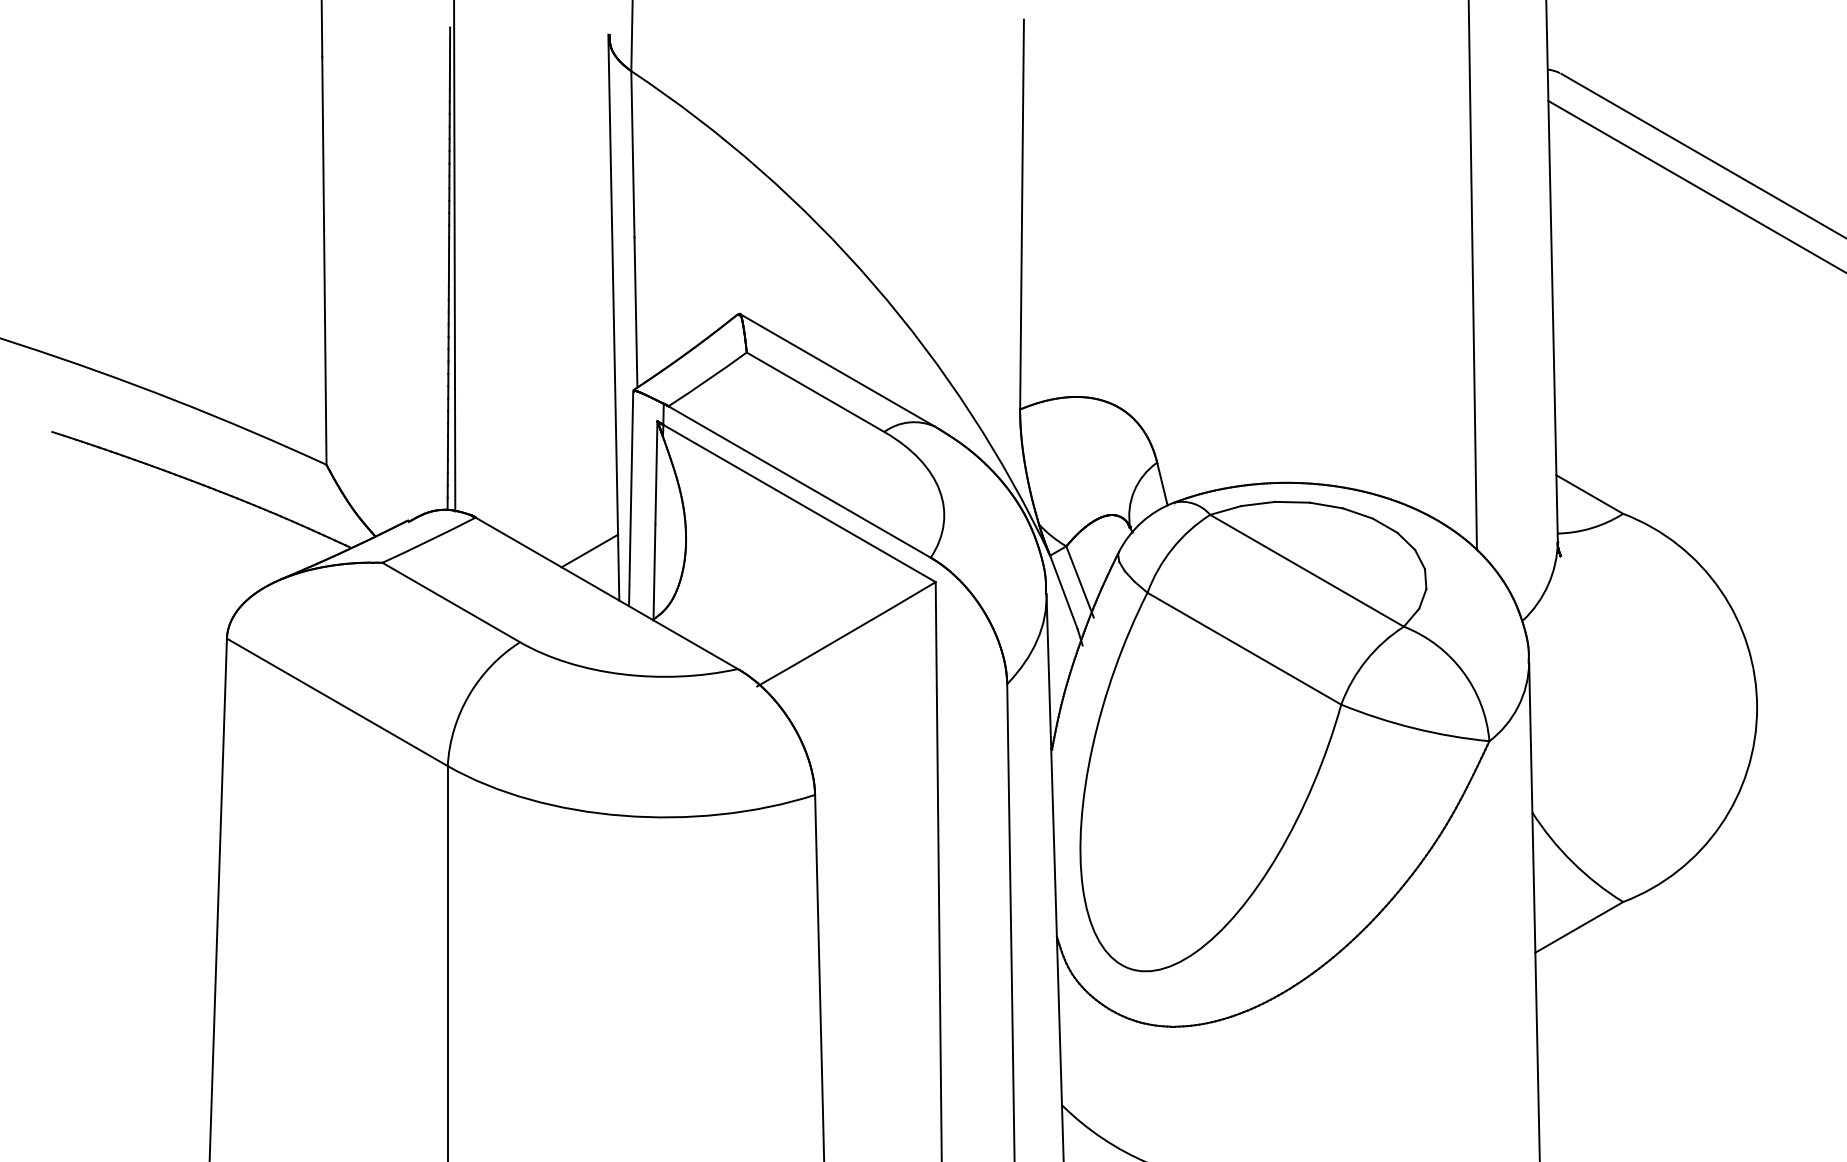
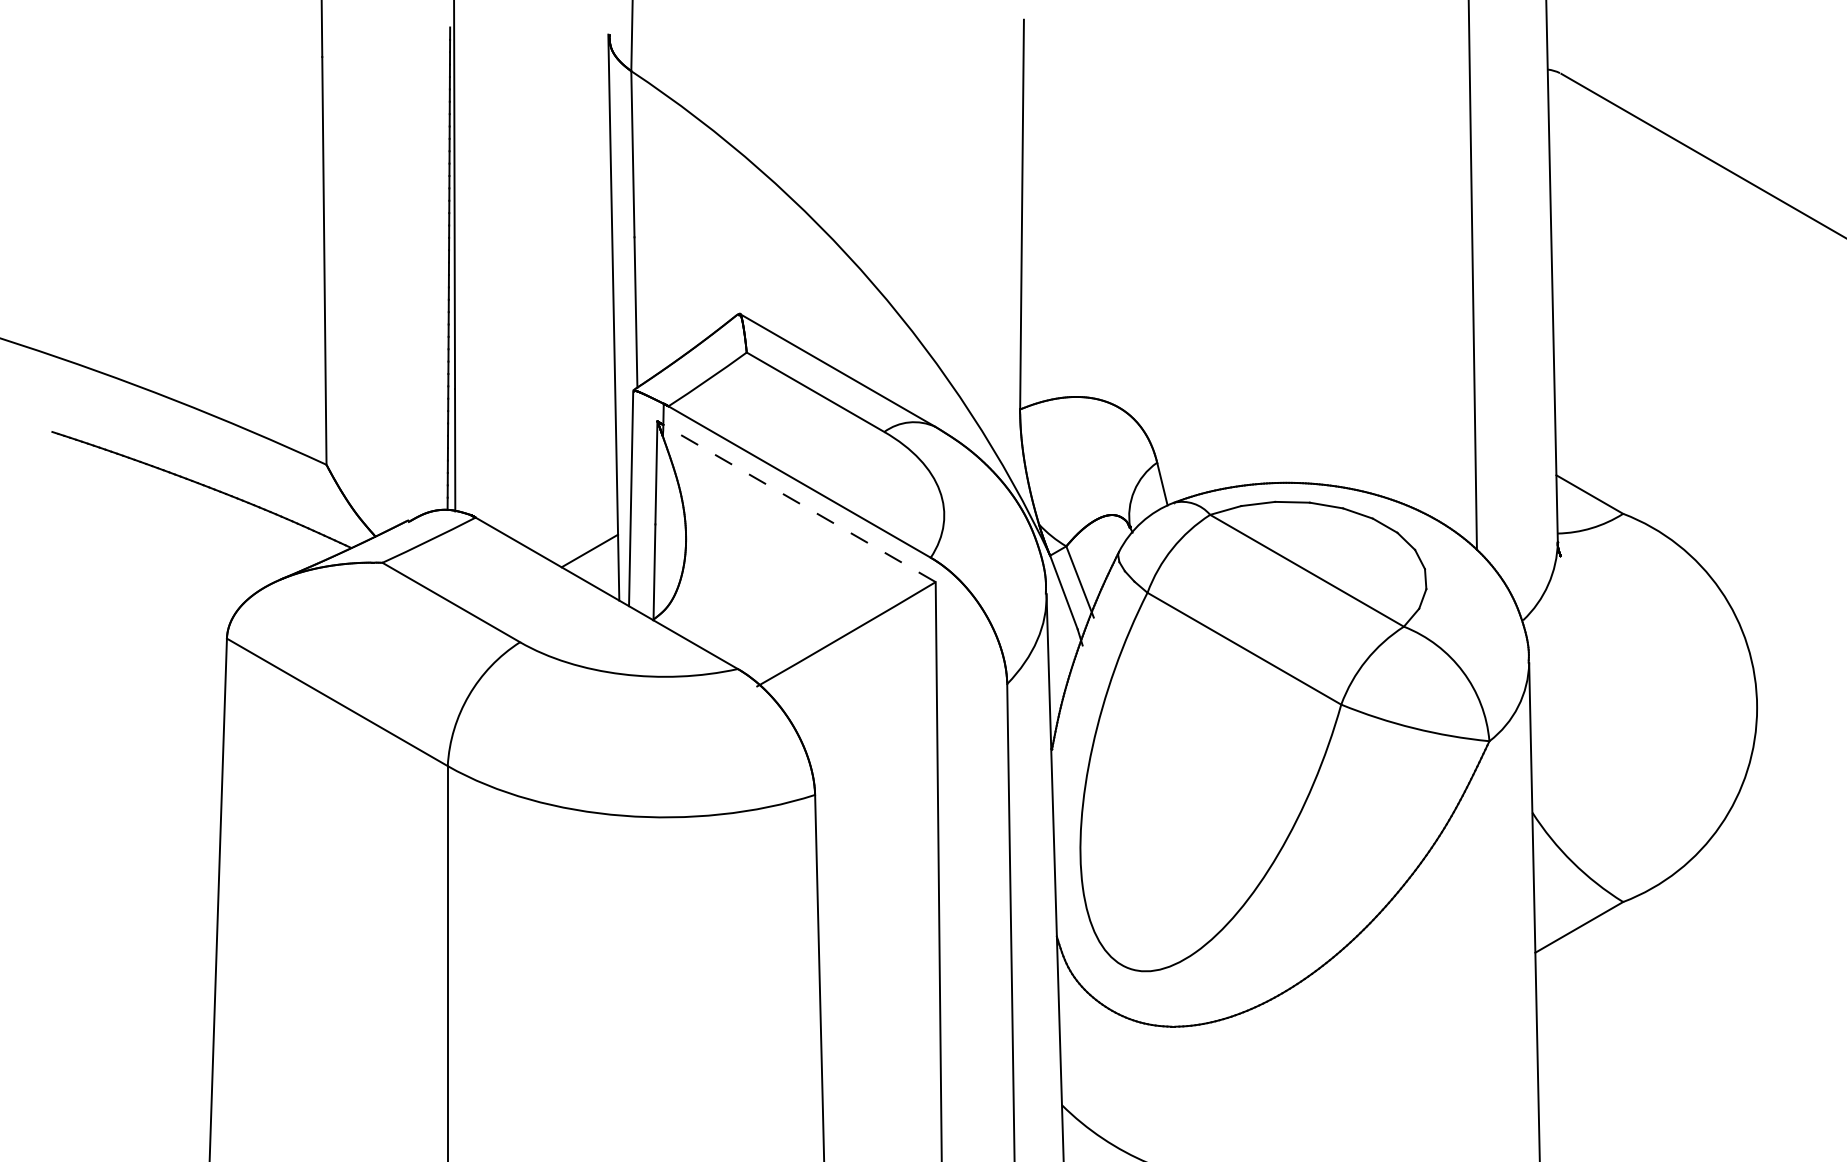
line at (1695, 186): present -> none
line at (799, 503): solid -> dashed
